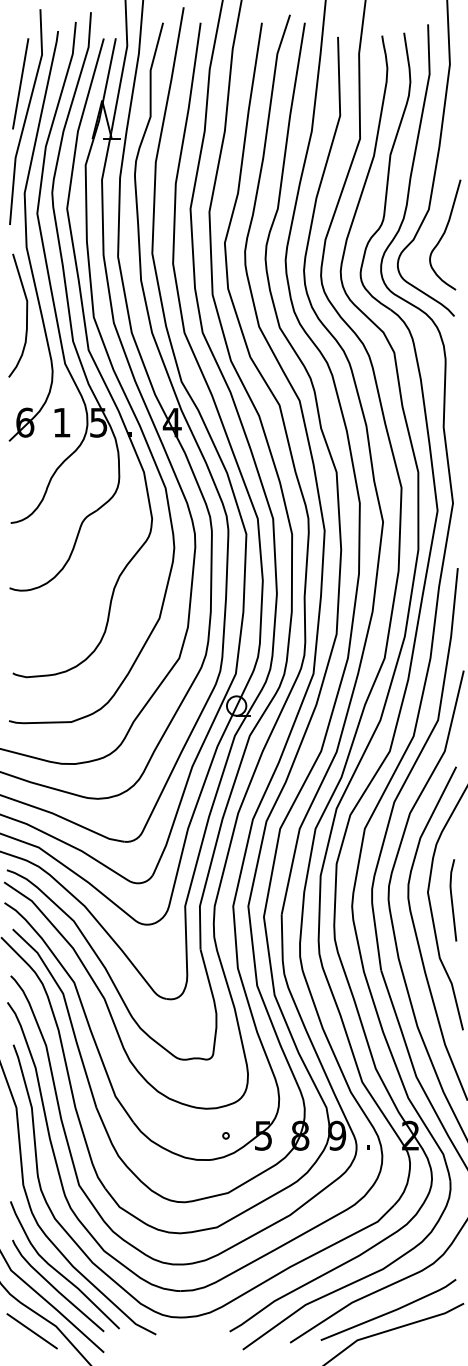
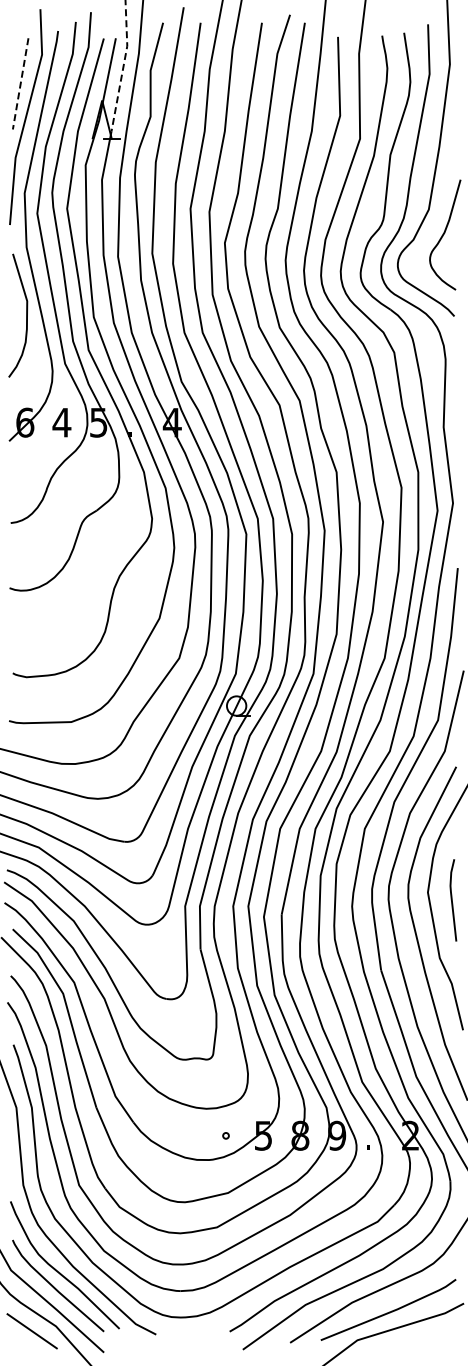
line at (123, 65): solid -> dashed
line at (20, 84): solid -> dashed
text at (61, 422): 1 -> 4
